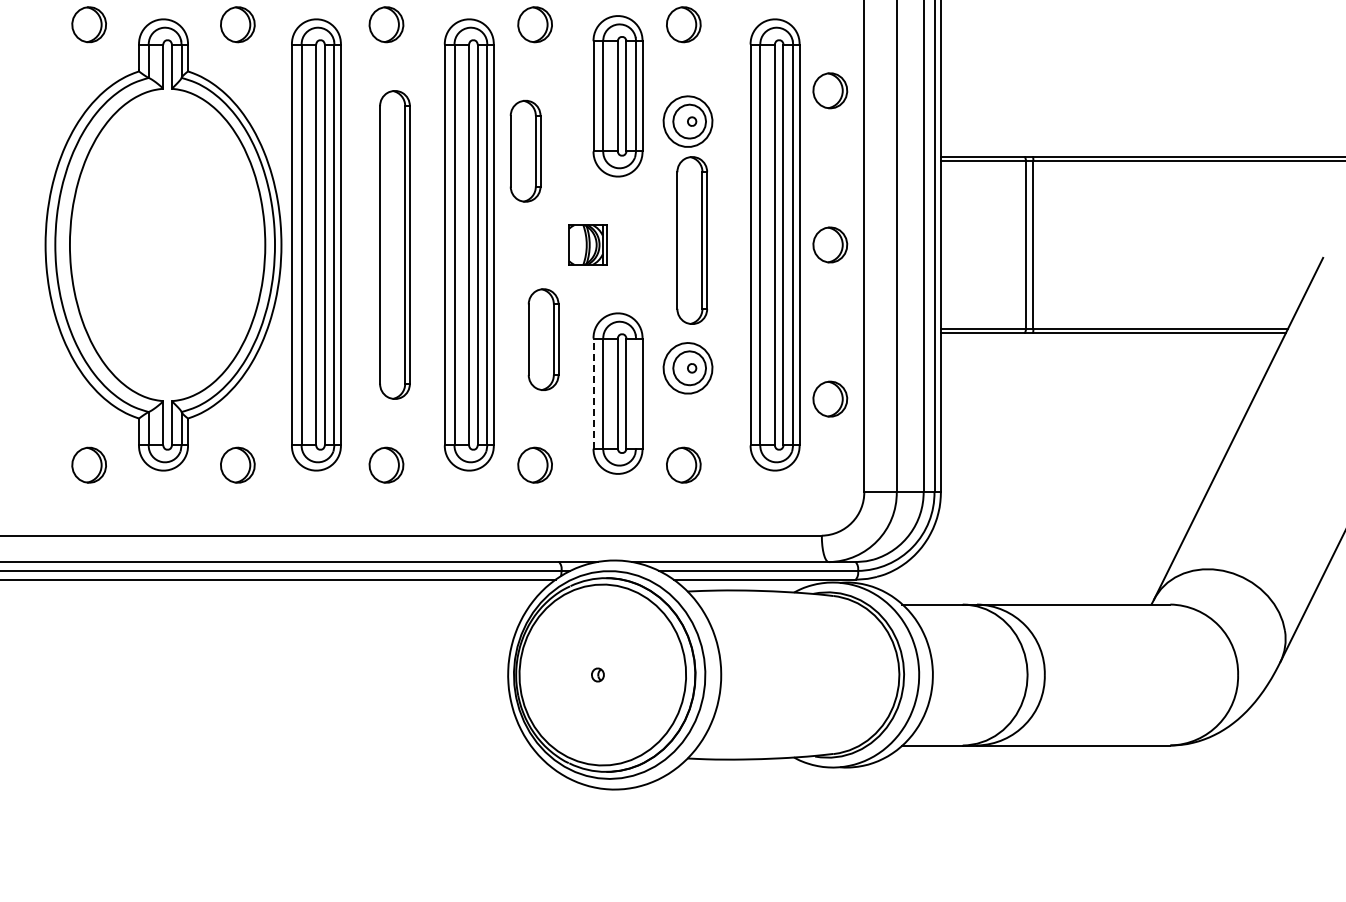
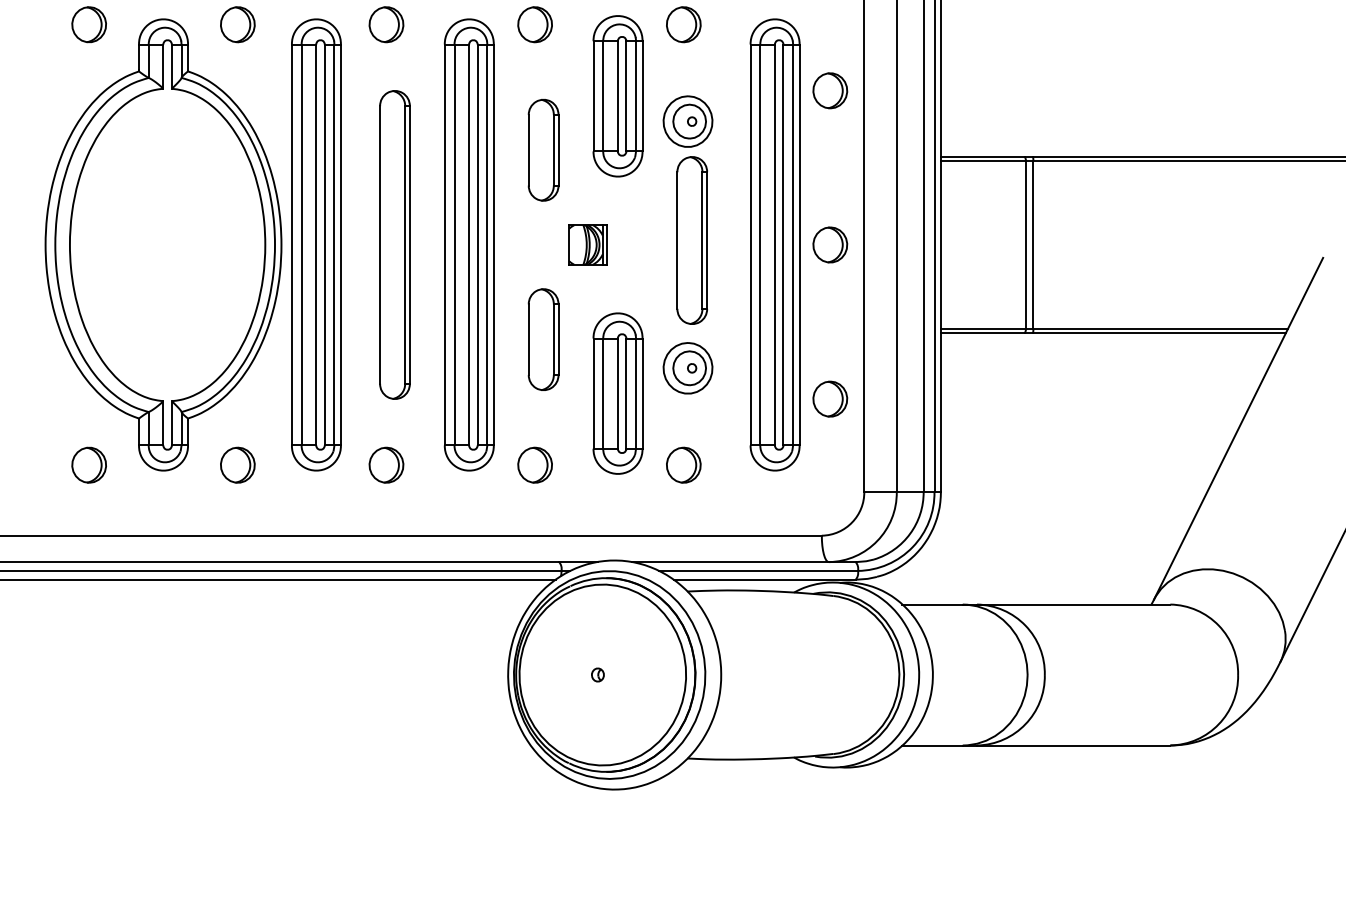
part at (525, 151) position: (525, 151) -> (543, 150)
line at (593, 393): dashed -> solid
line at (636, 393): none -> present
